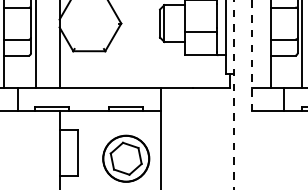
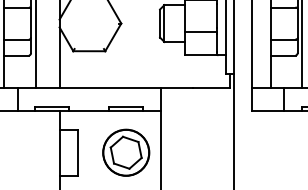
line at (252, 55): dashed -> solid
line at (233, 94): dashed -> solid
part at (126, 158) position: (126, 158) -> (126, 152)
